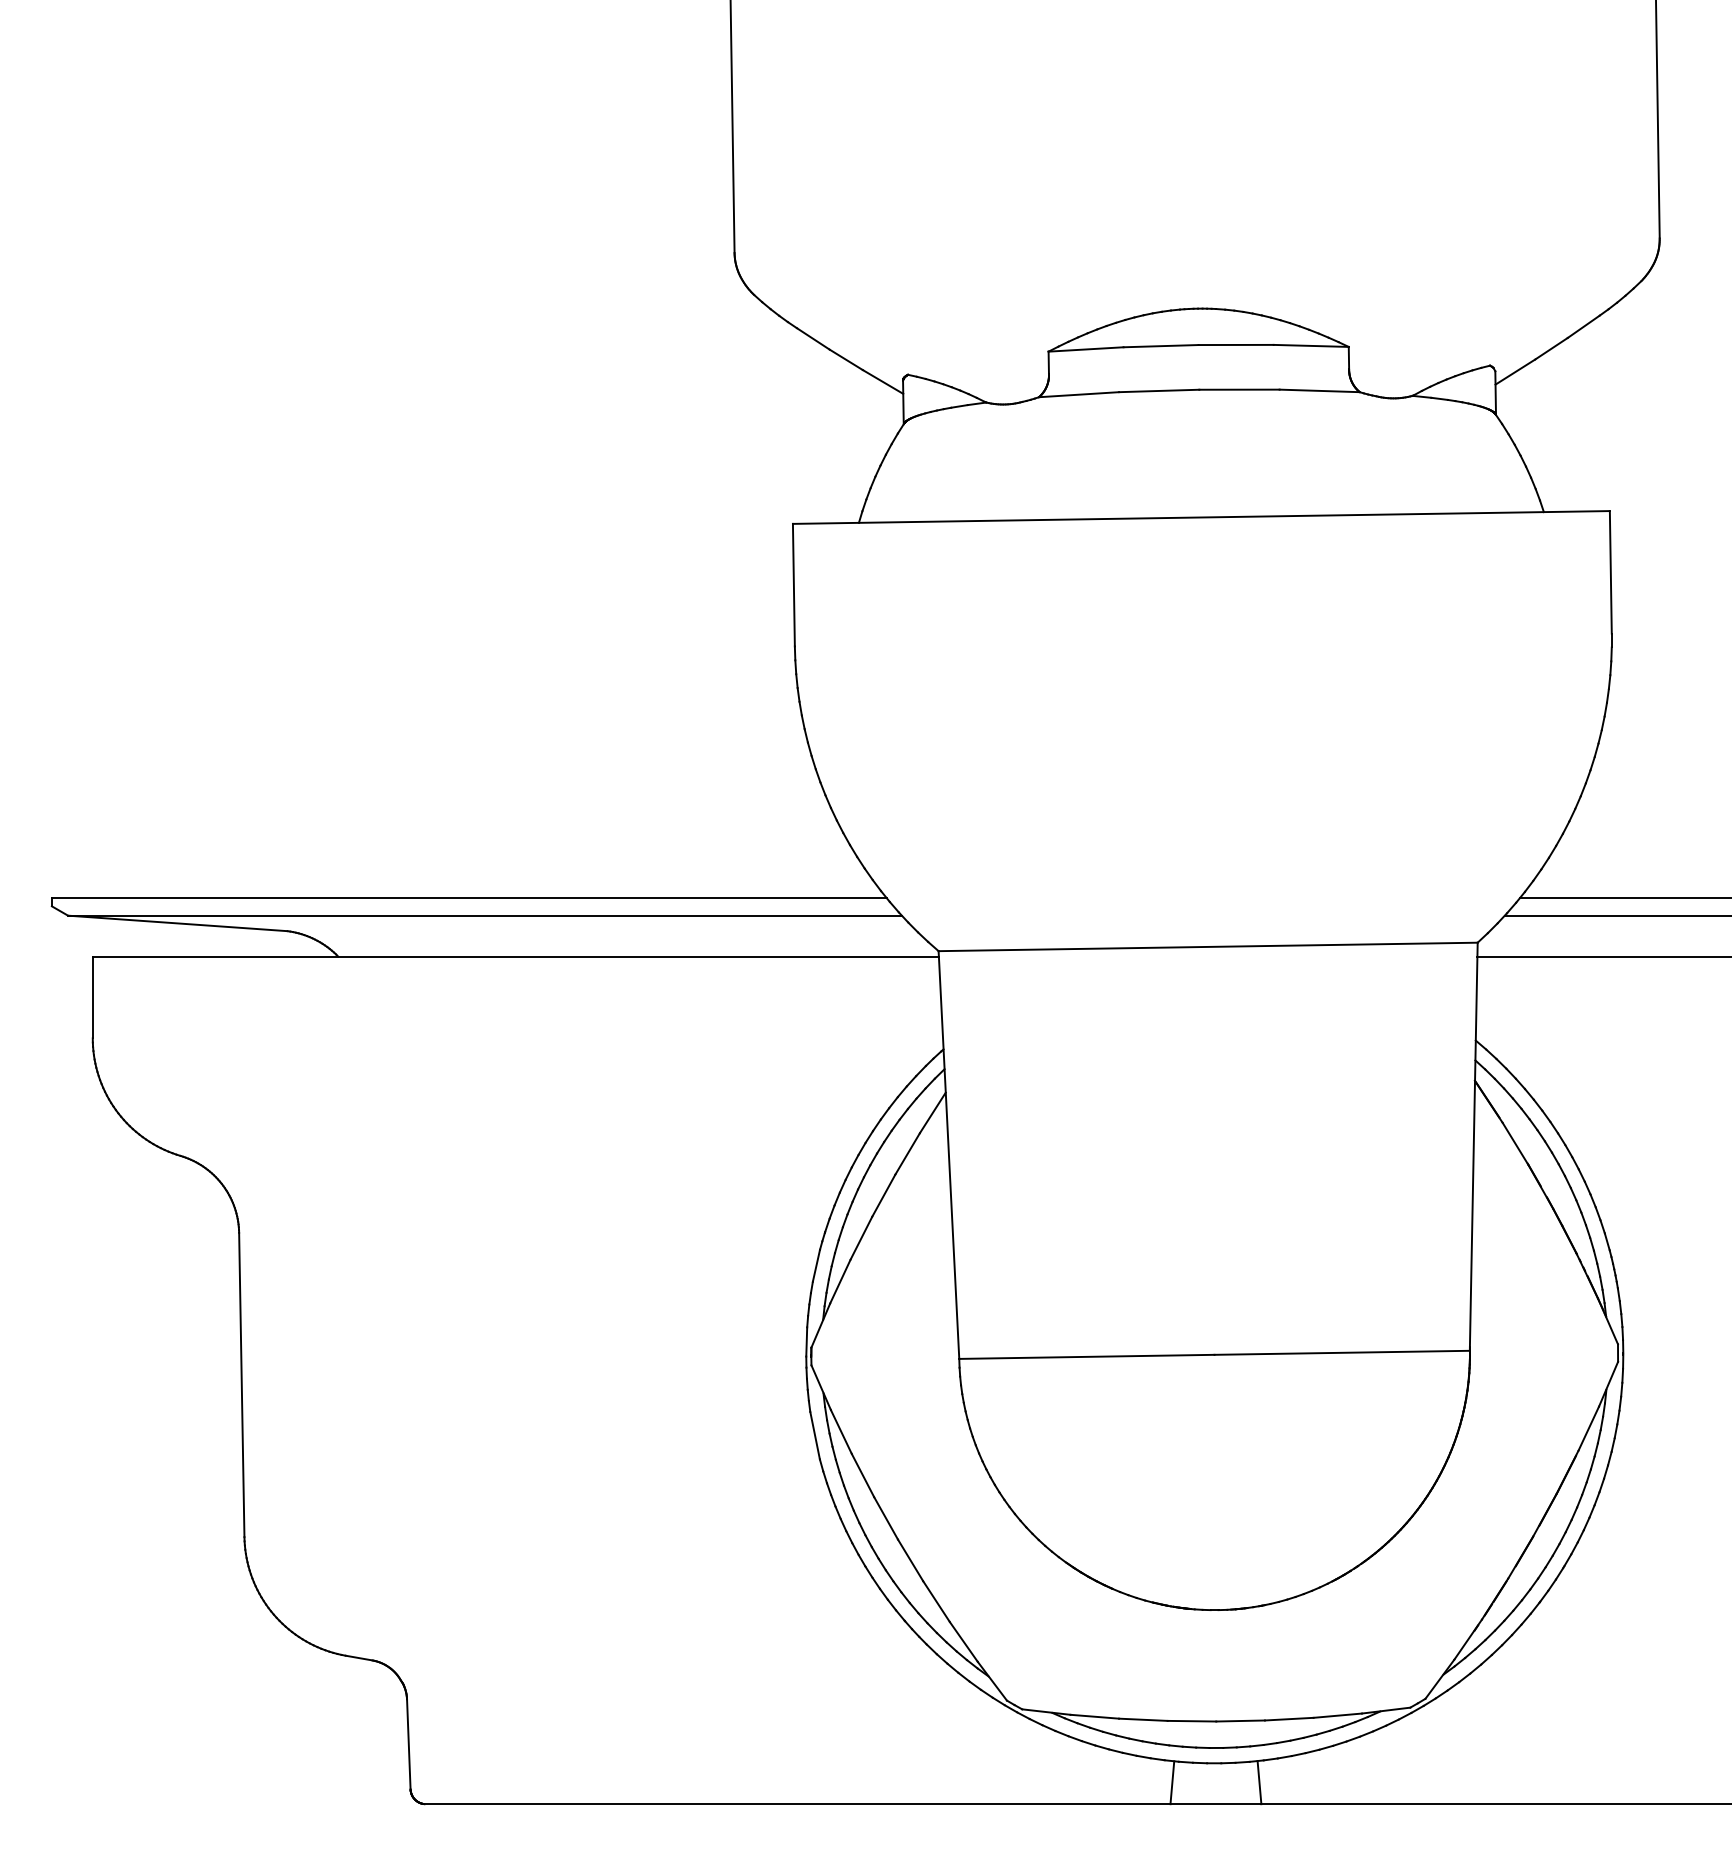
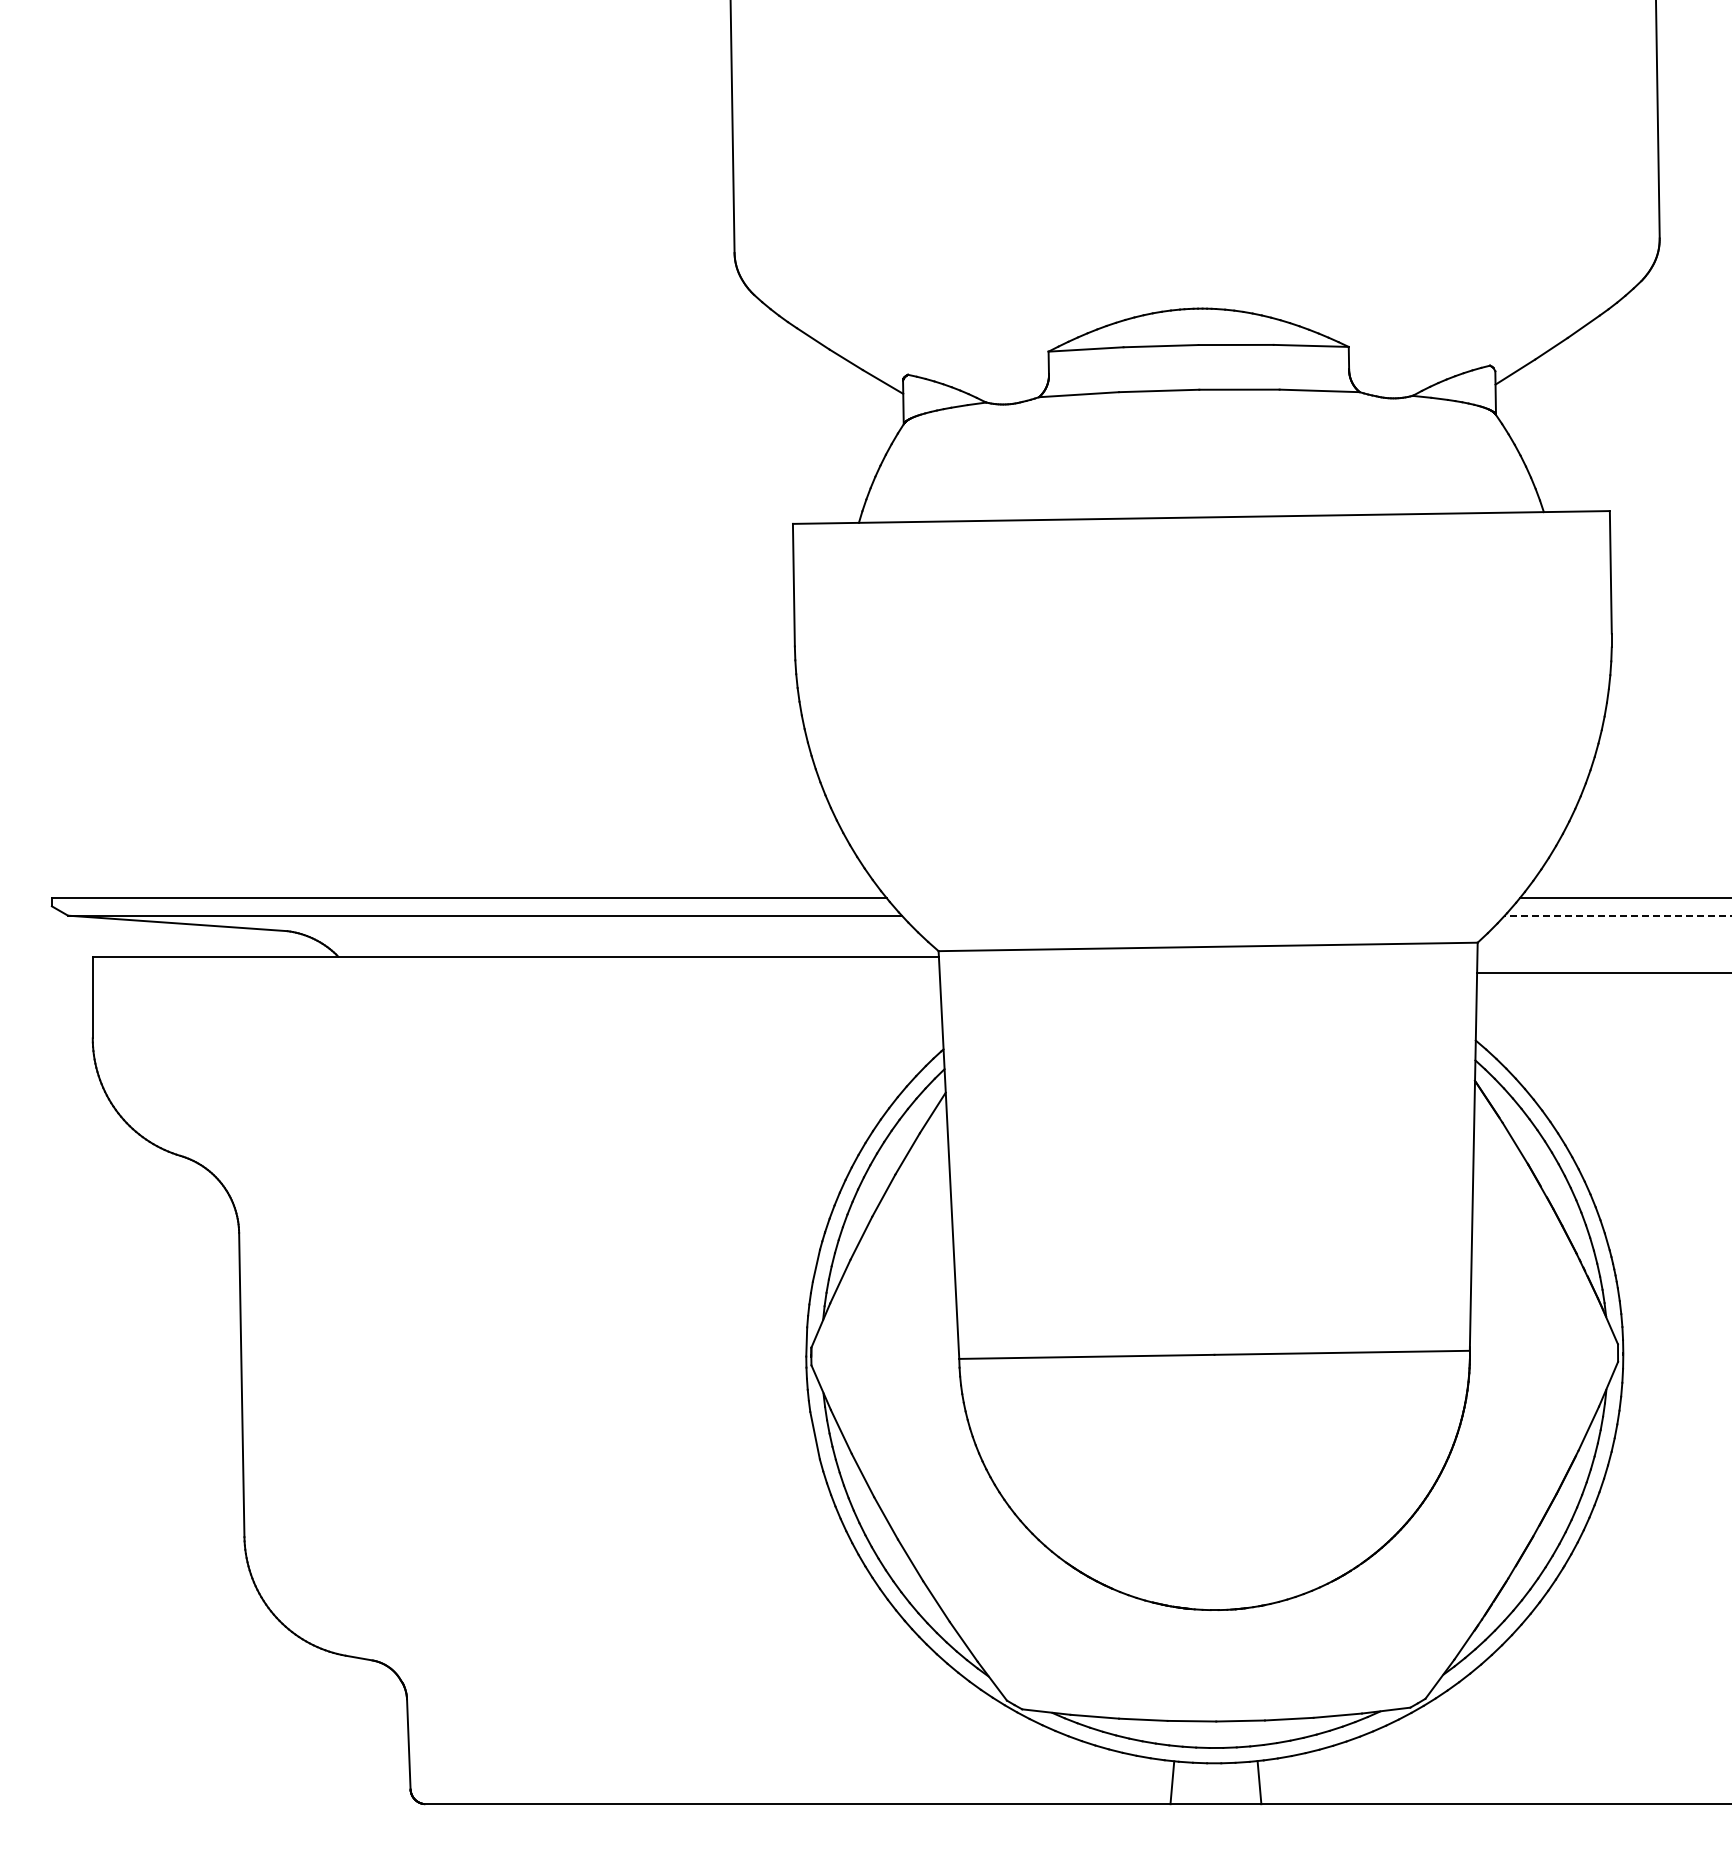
line at (1617, 915): solid -> dashed
line at (1602, 956) position: (1602, 956) -> (1602, 972)
